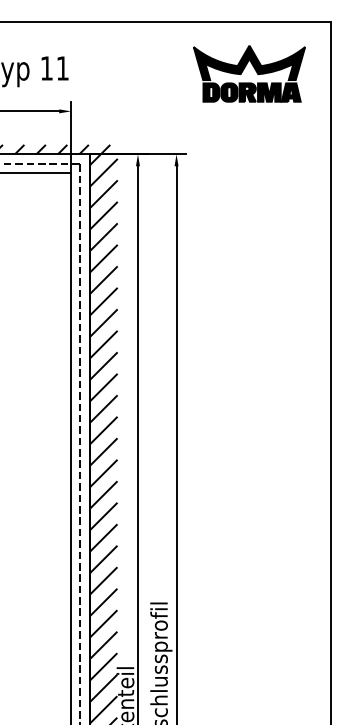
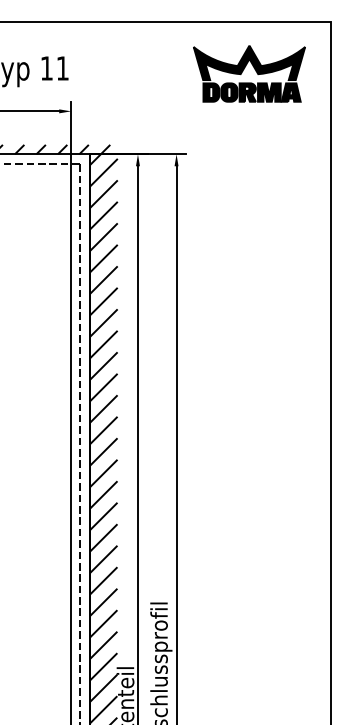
line at (36, 172): present -> none
